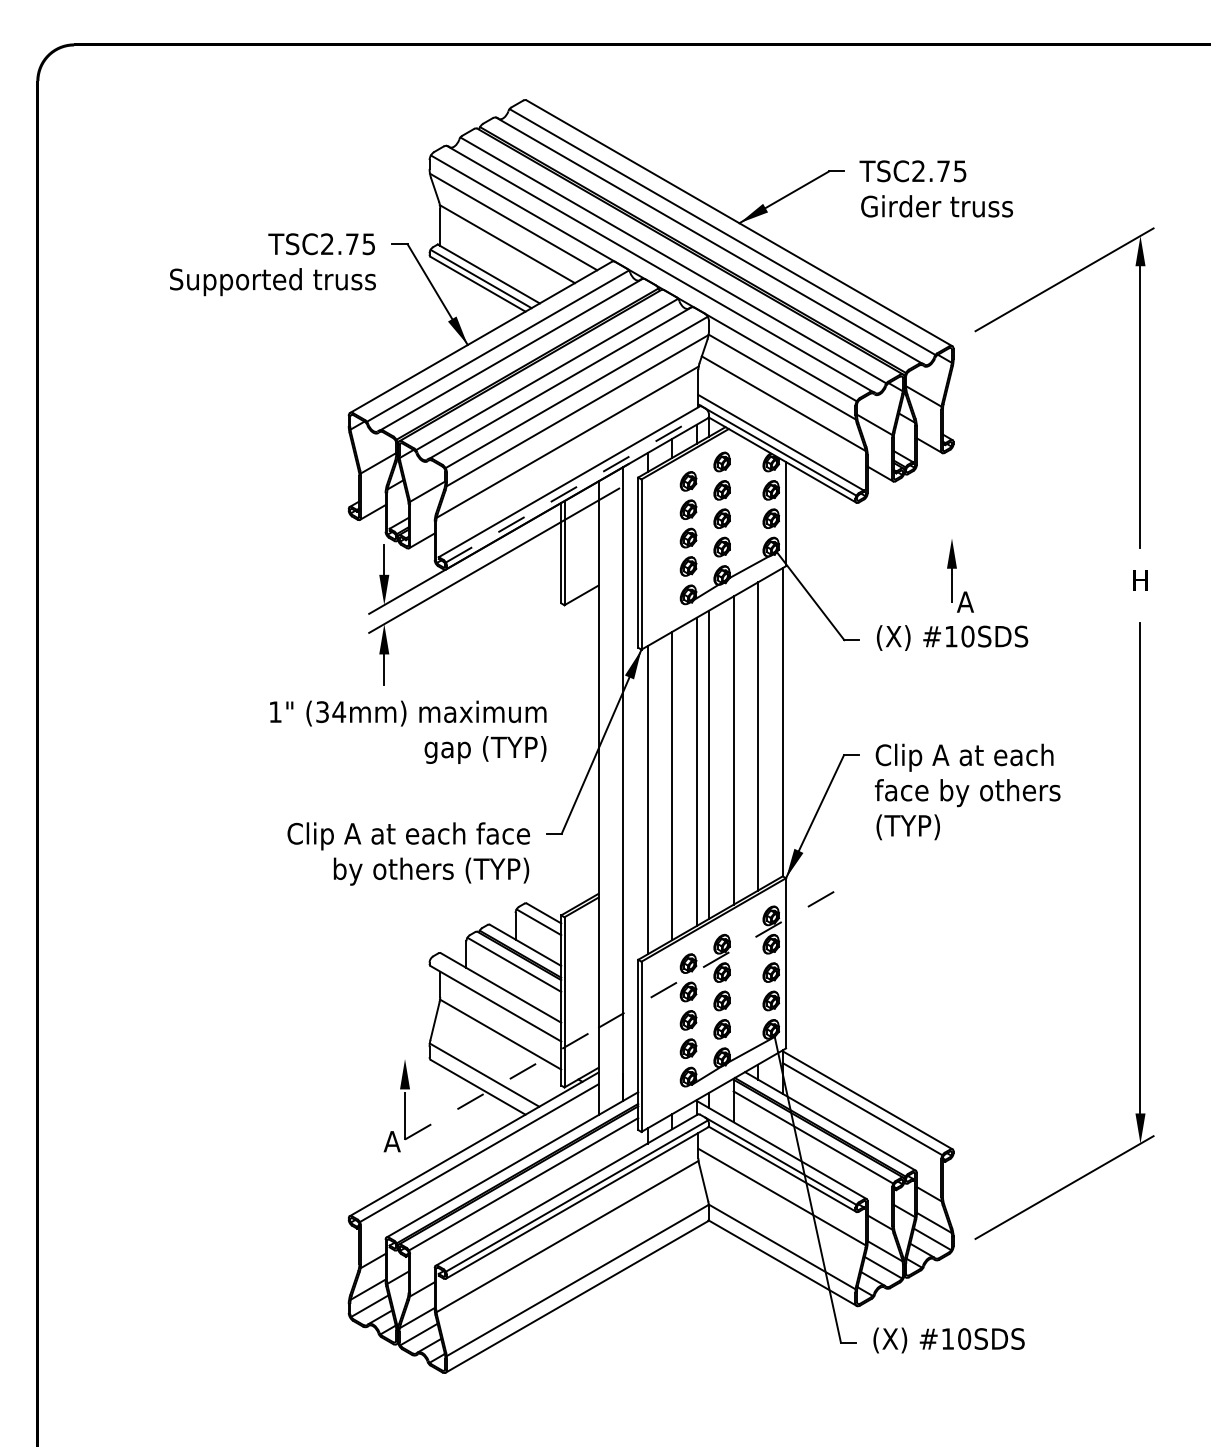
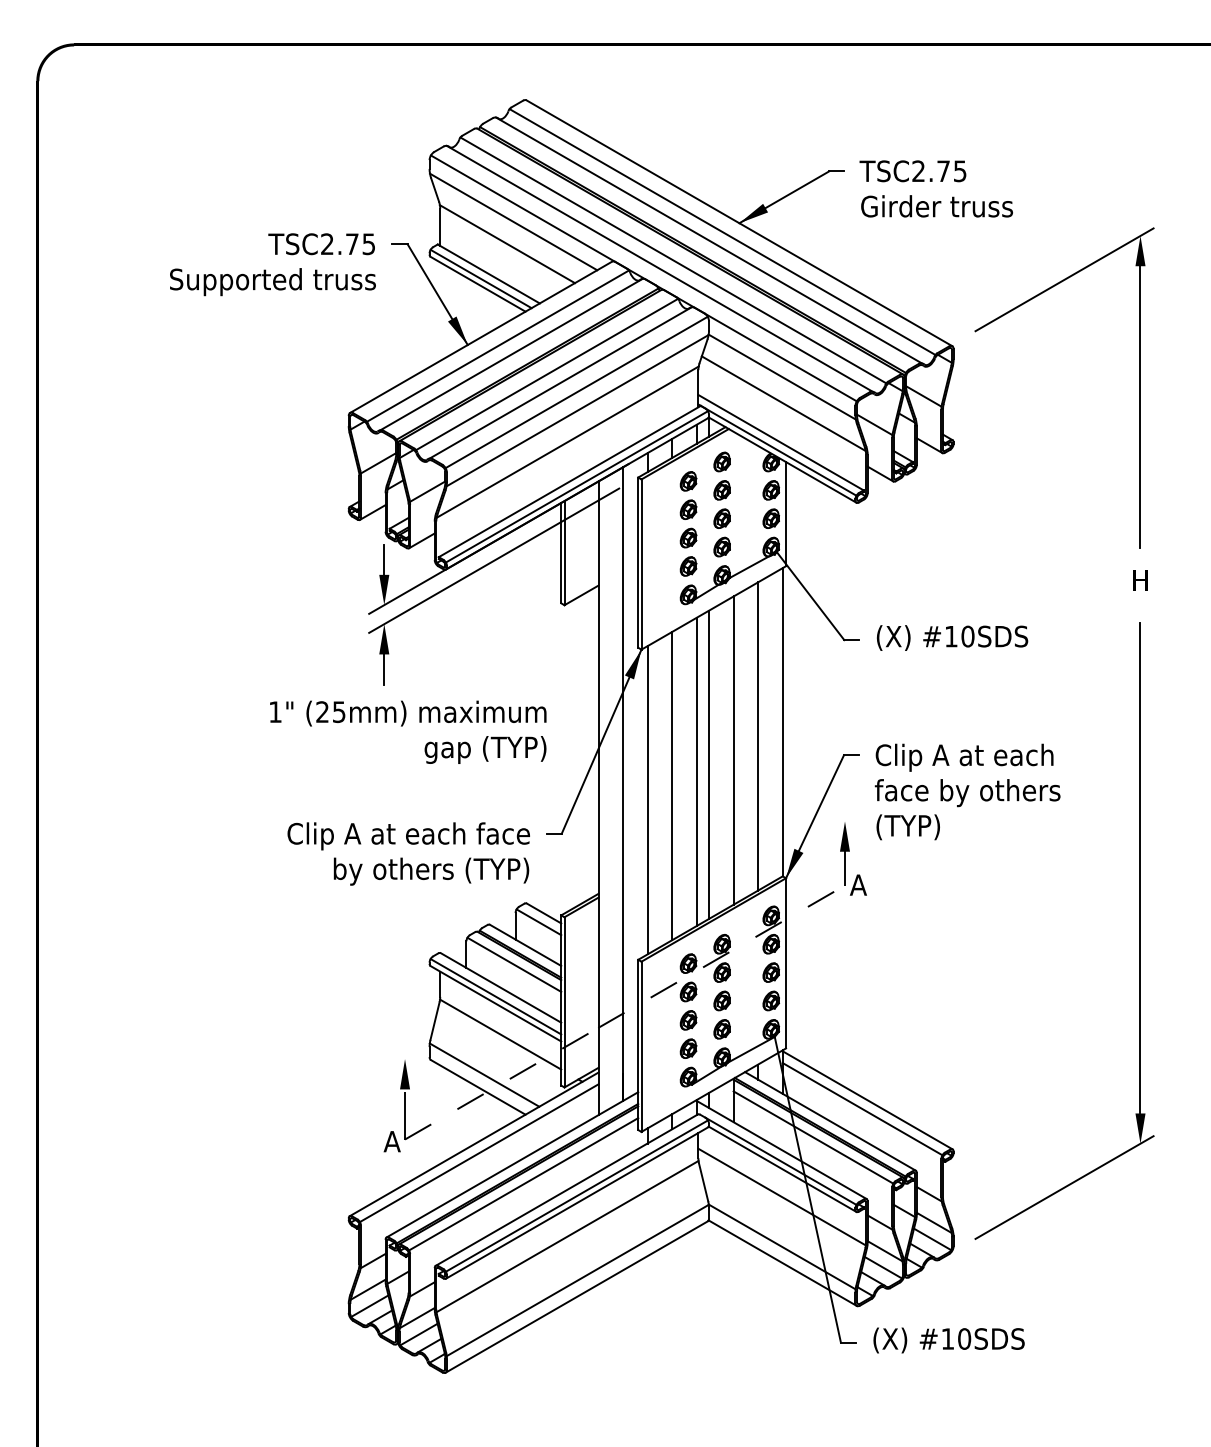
line at (577, 486): dashed -> solid
part at (952, 575) position: (952, 575) -> (845, 858)
text at (331, 712): (34mm) -> (25mm)
line at (495, 996): none -> present
